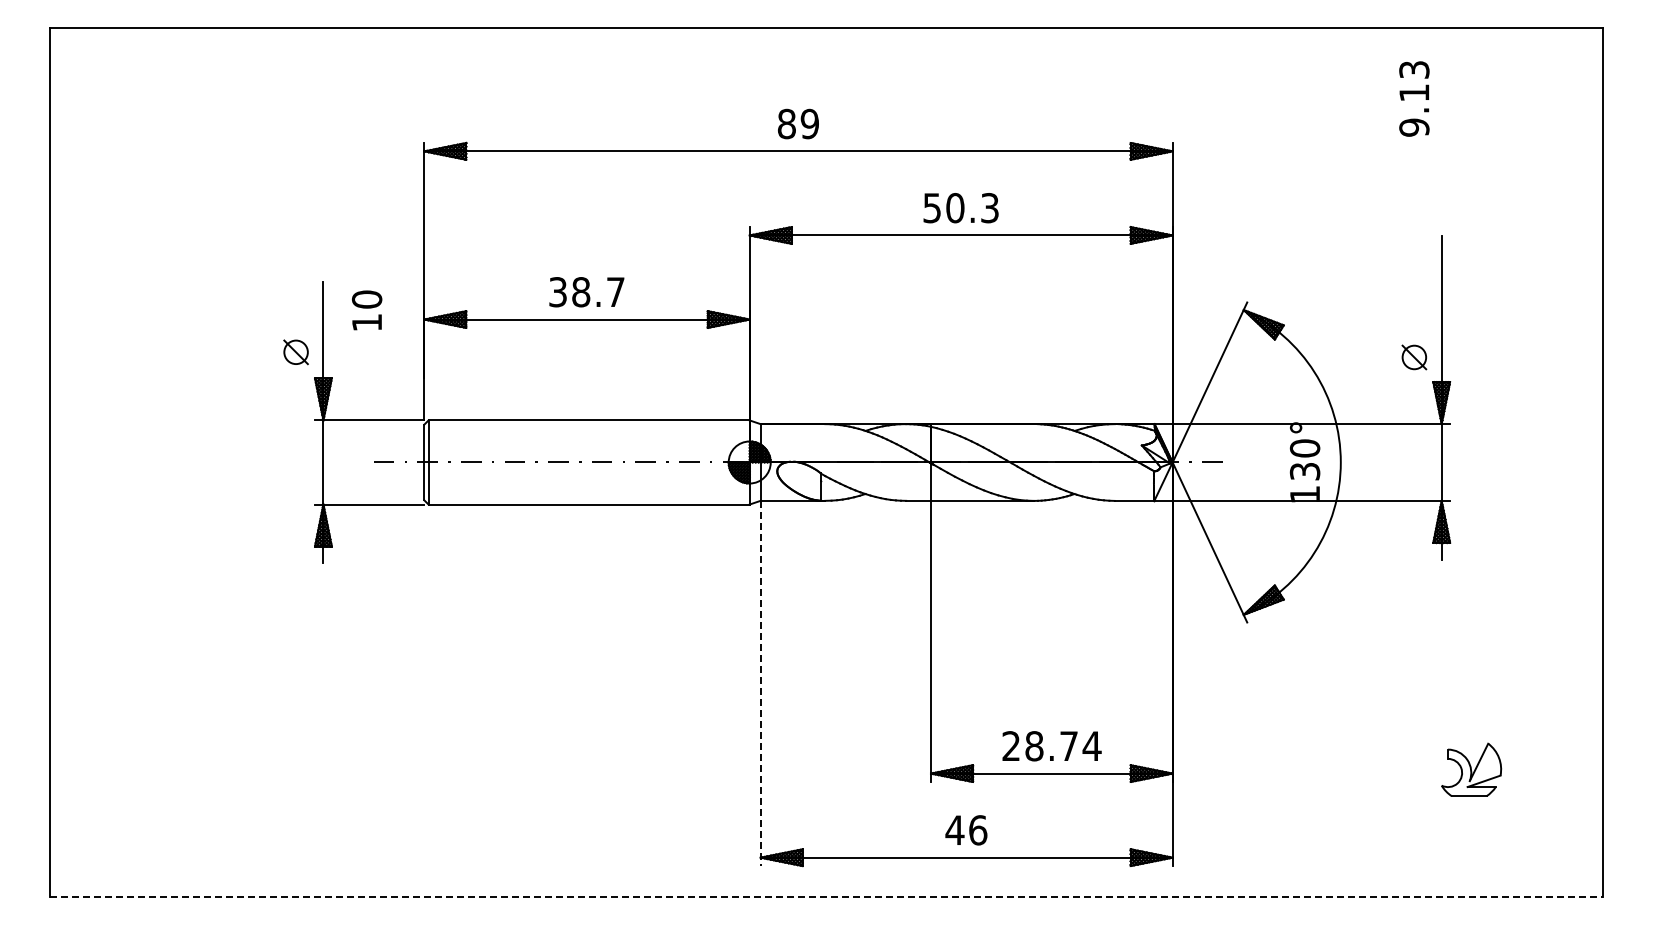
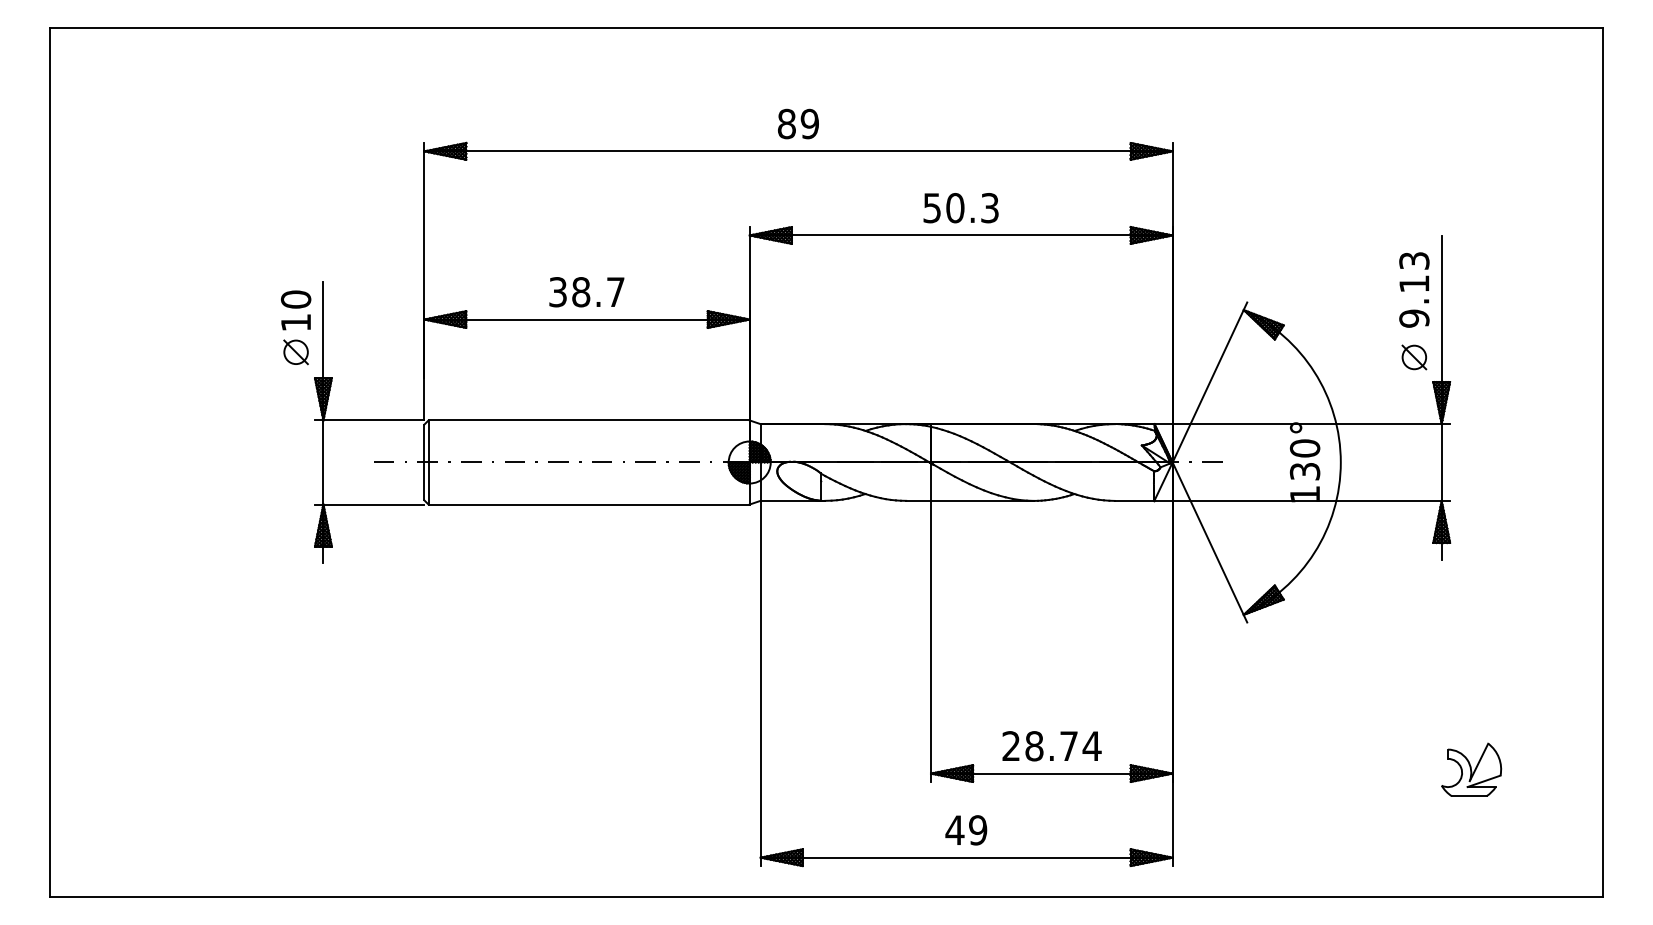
text at (1414, 98) position: (1414, 98) -> (1414, 289)
text at (367, 310) position: (367, 310) -> (296, 310)
line at (760, 683): dashed -> solid
text at (978, 830): 46 -> 49
line at (826, 897): dashed -> solid
